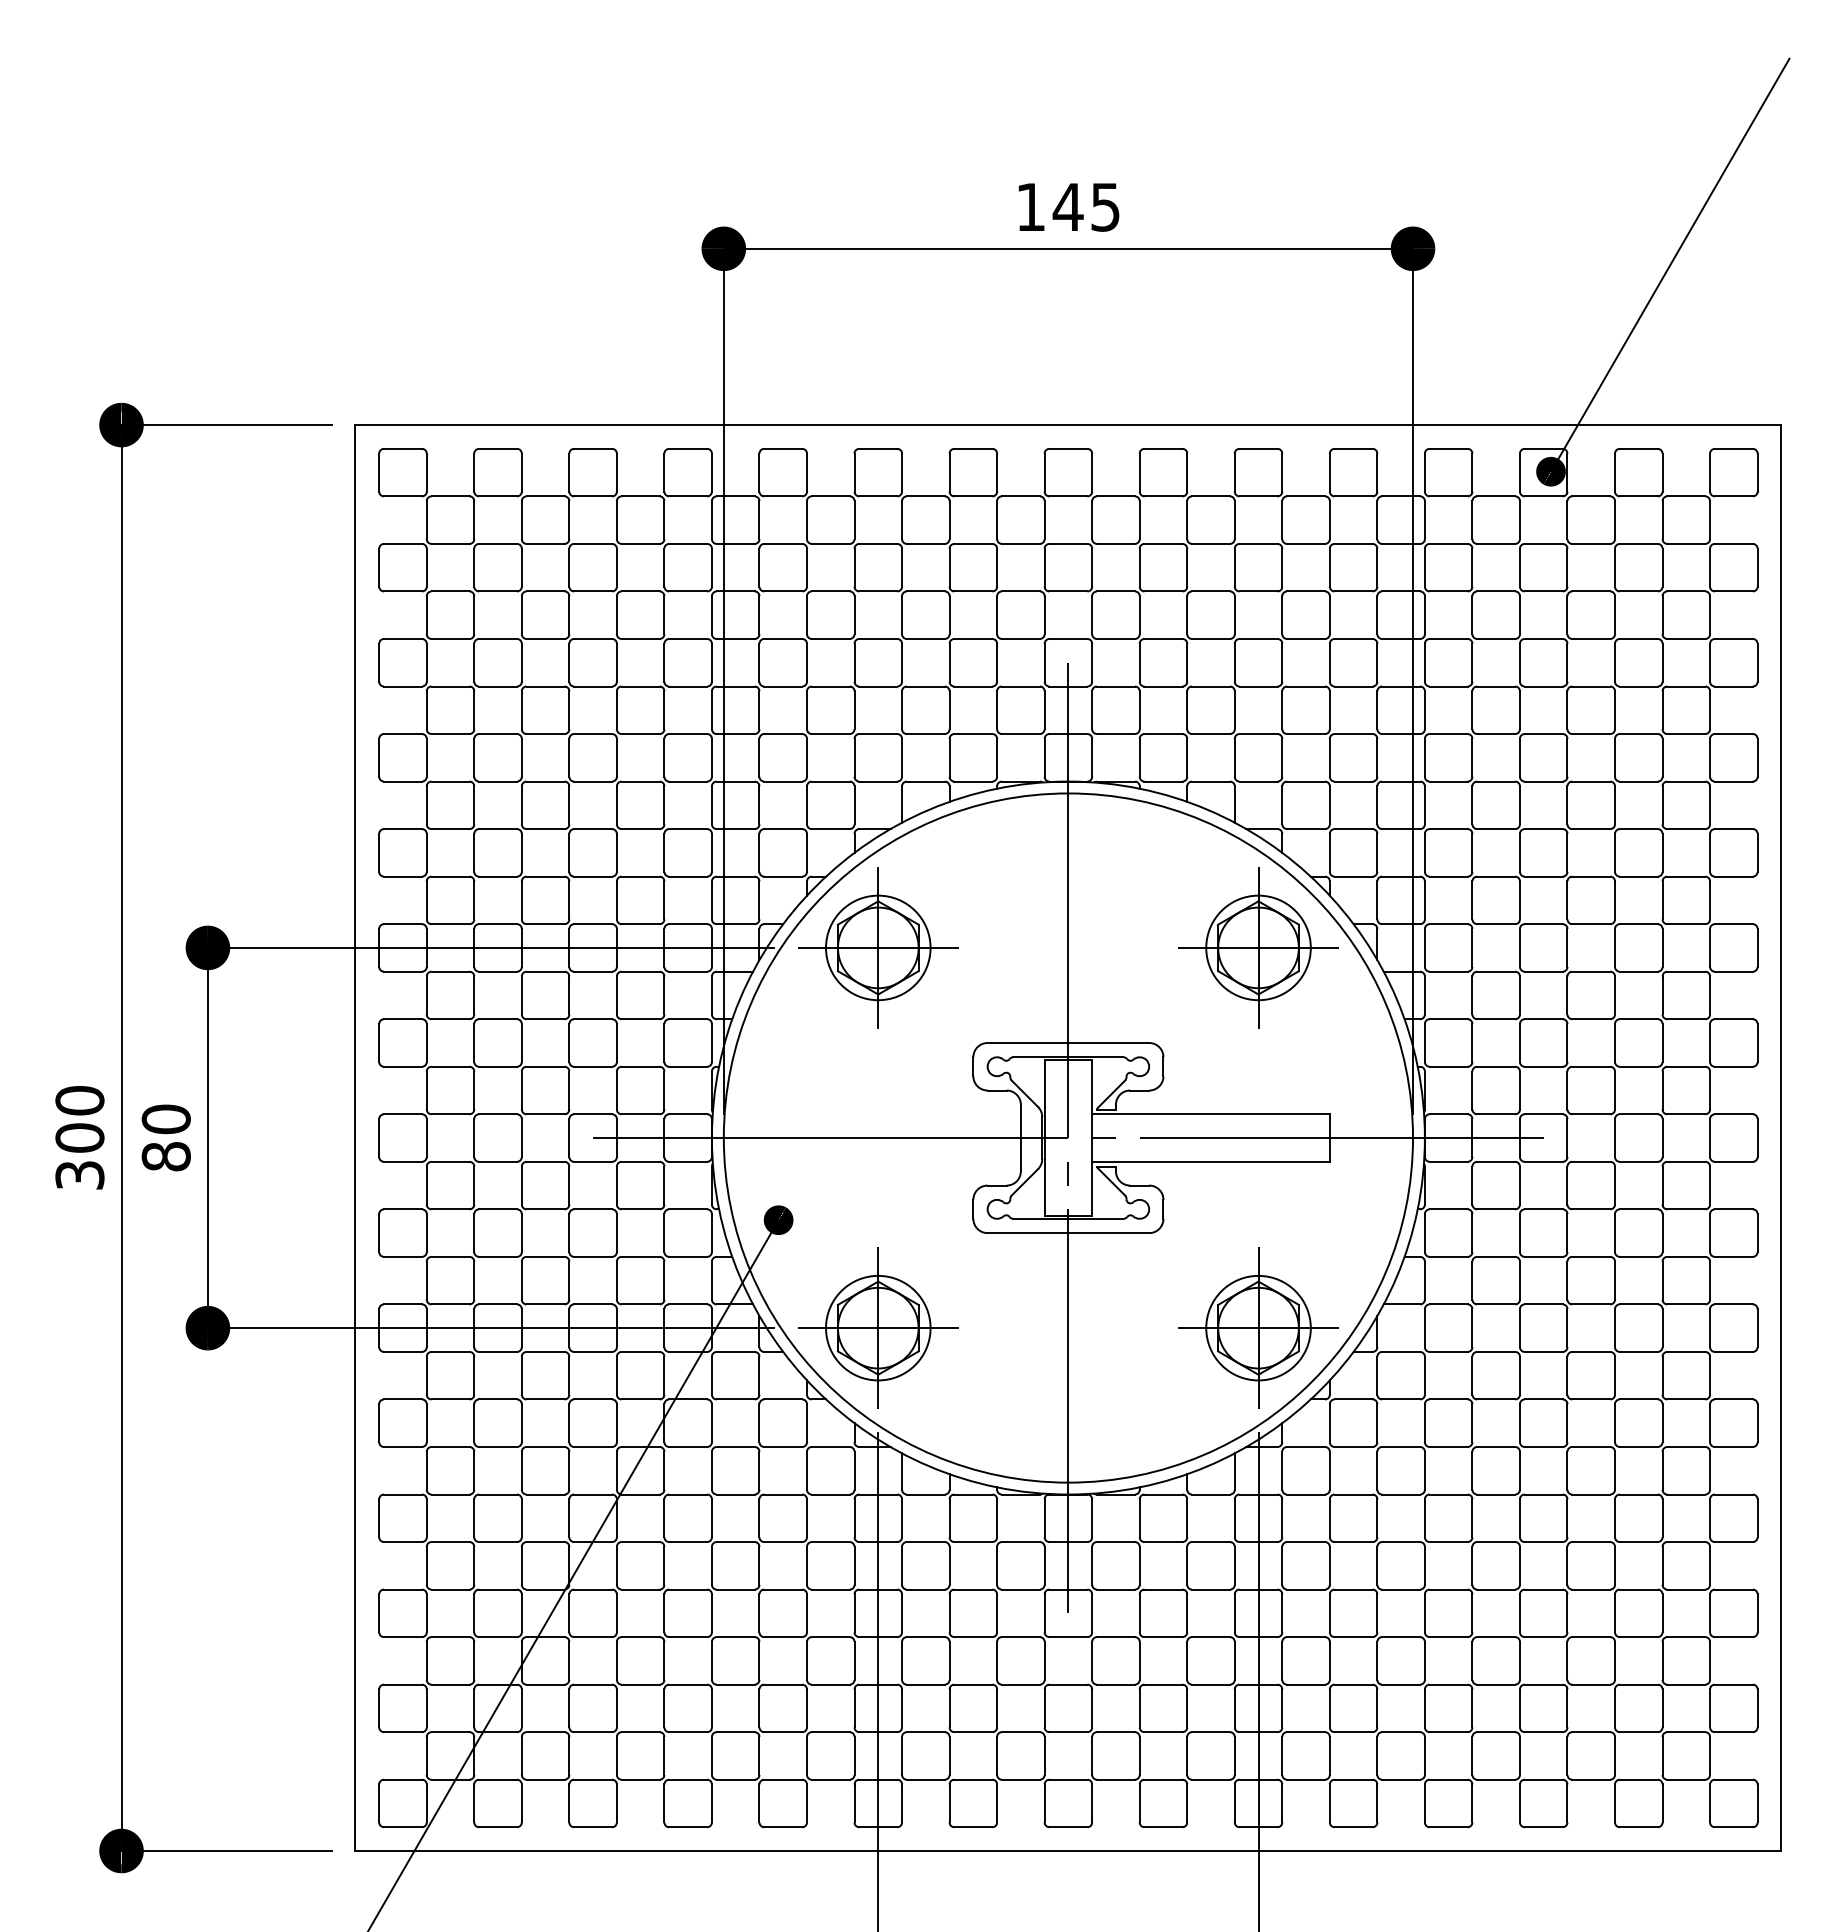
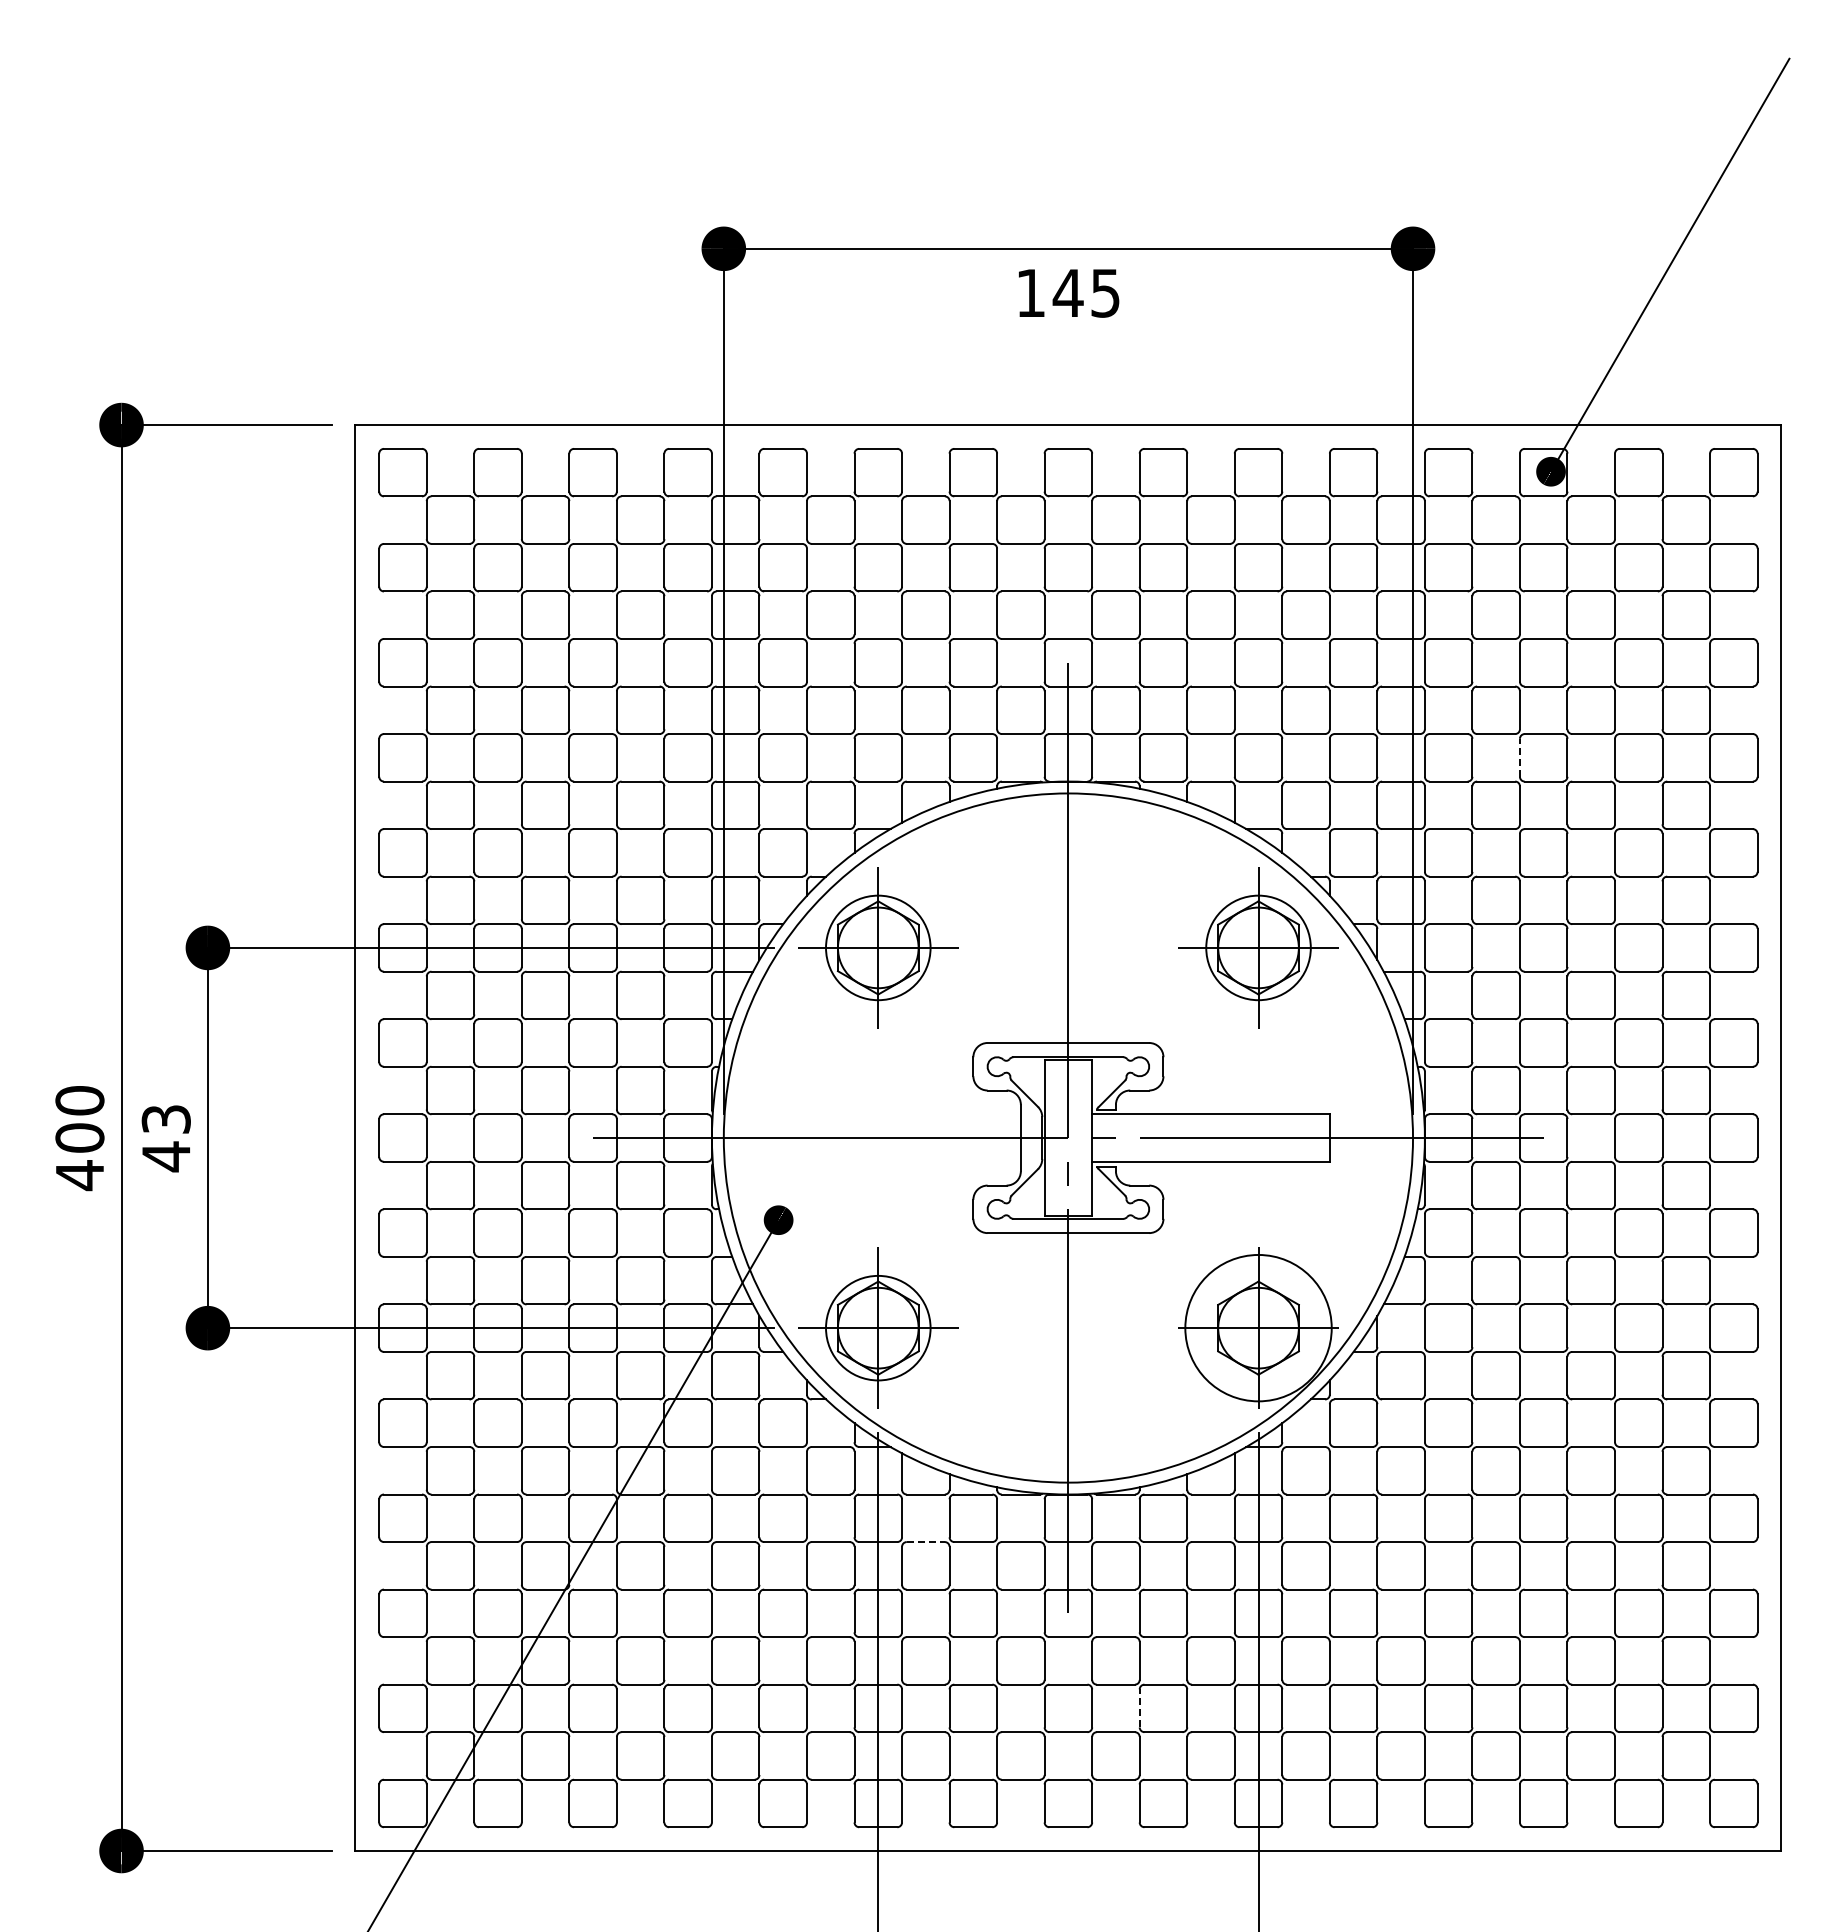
text at (1069, 207) position: (1069, 207) -> (1069, 293)
line at (1519, 757): solid -> dashed
text at (165, 1138): 80 -> 43
text at (79, 1175): 300 -> 400
circle at (1258, 1327) diameter: 105 px -> 146 px
line at (926, 1542): solid -> dashed
line at (1139, 1707): solid -> dashed
